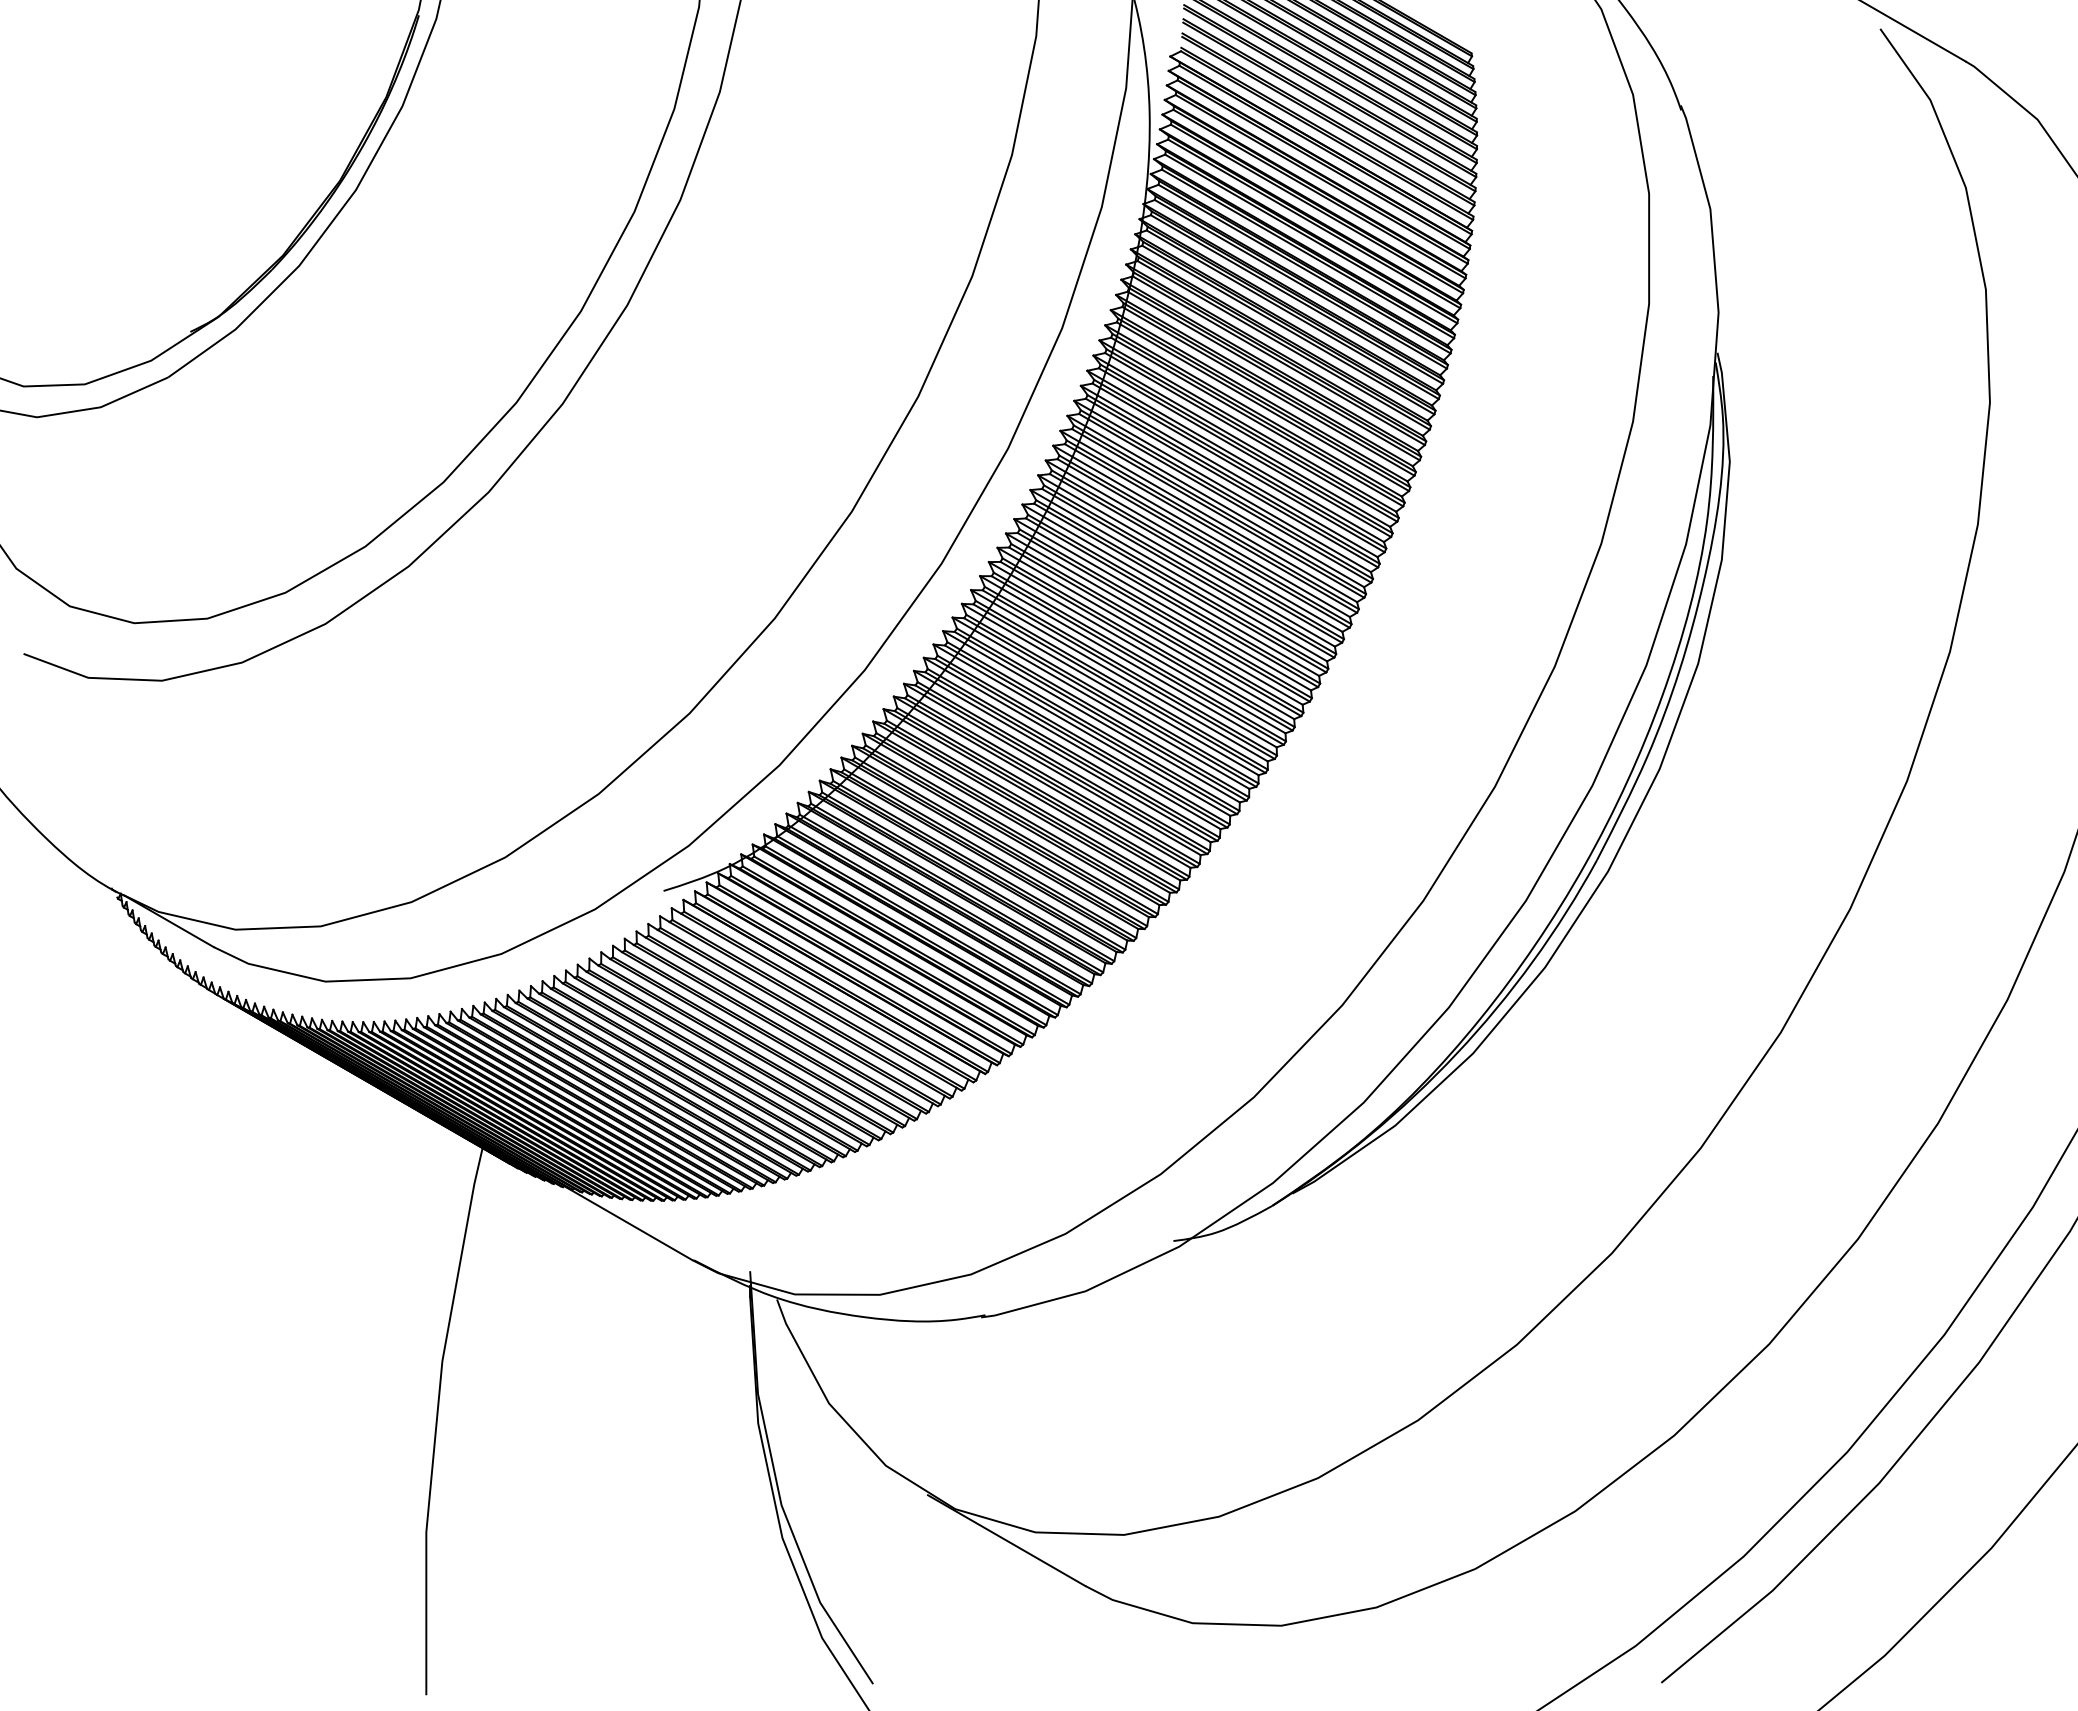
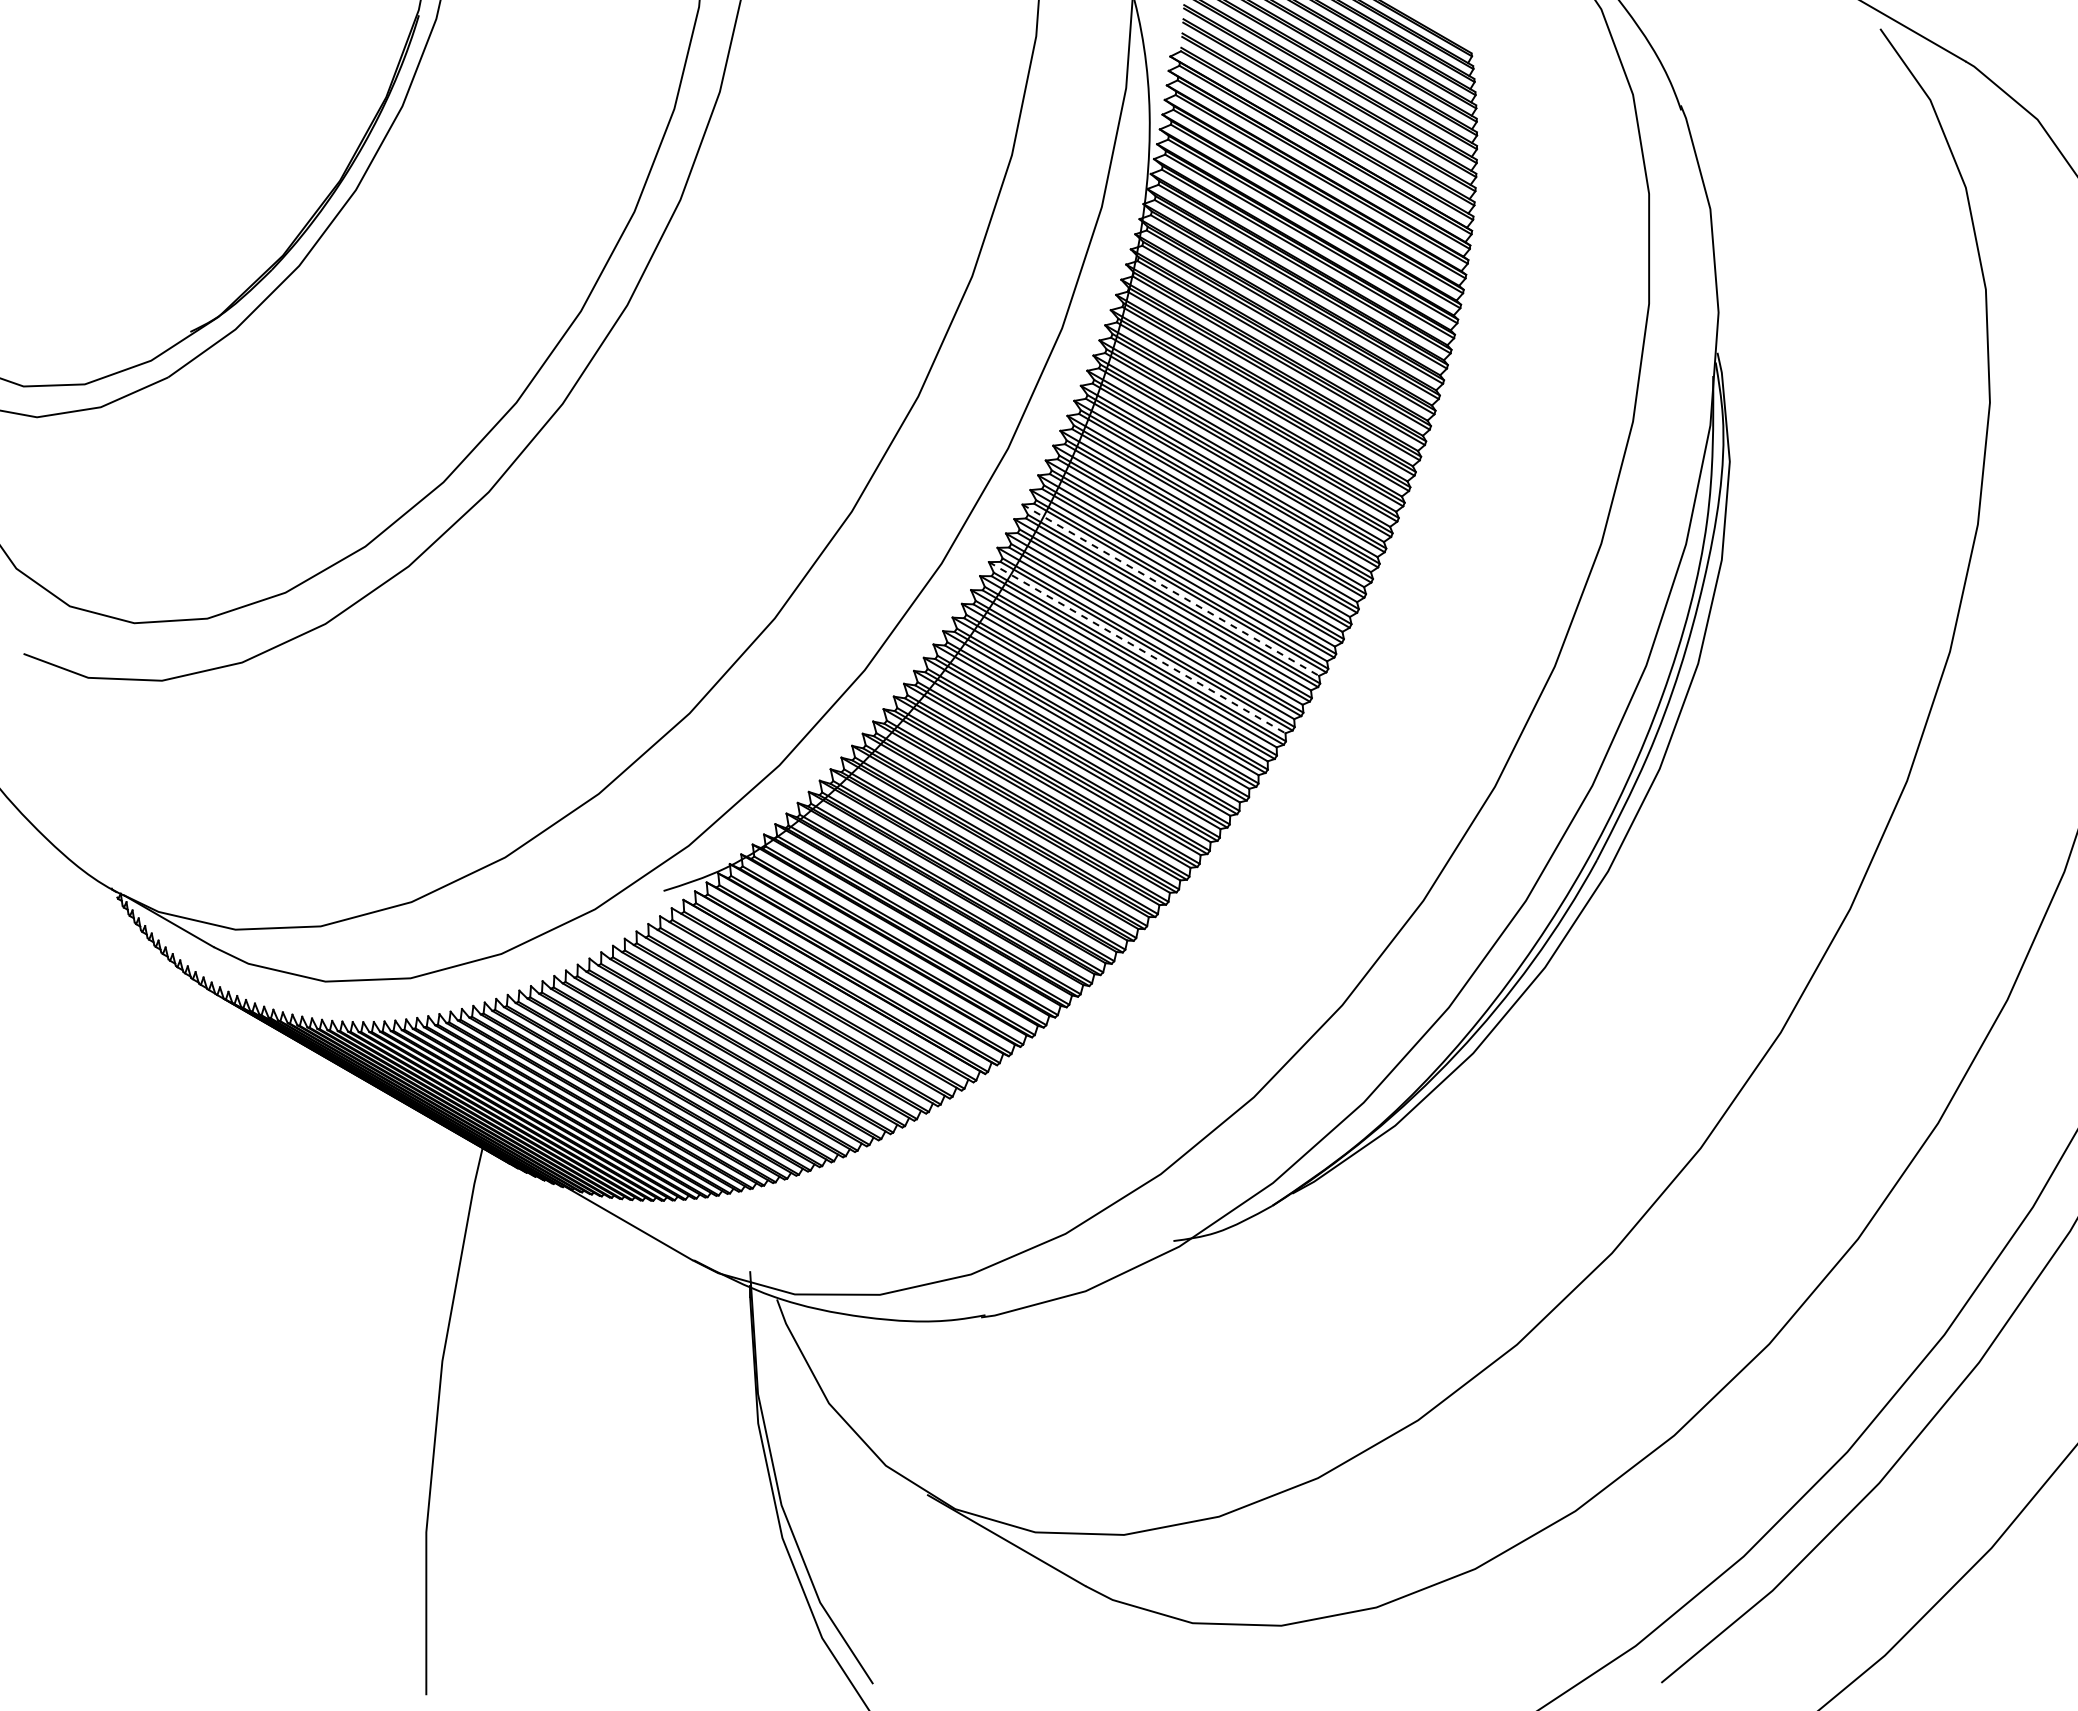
line at (1171, 590): solid -> dashed
line at (1137, 647): solid -> dashed
